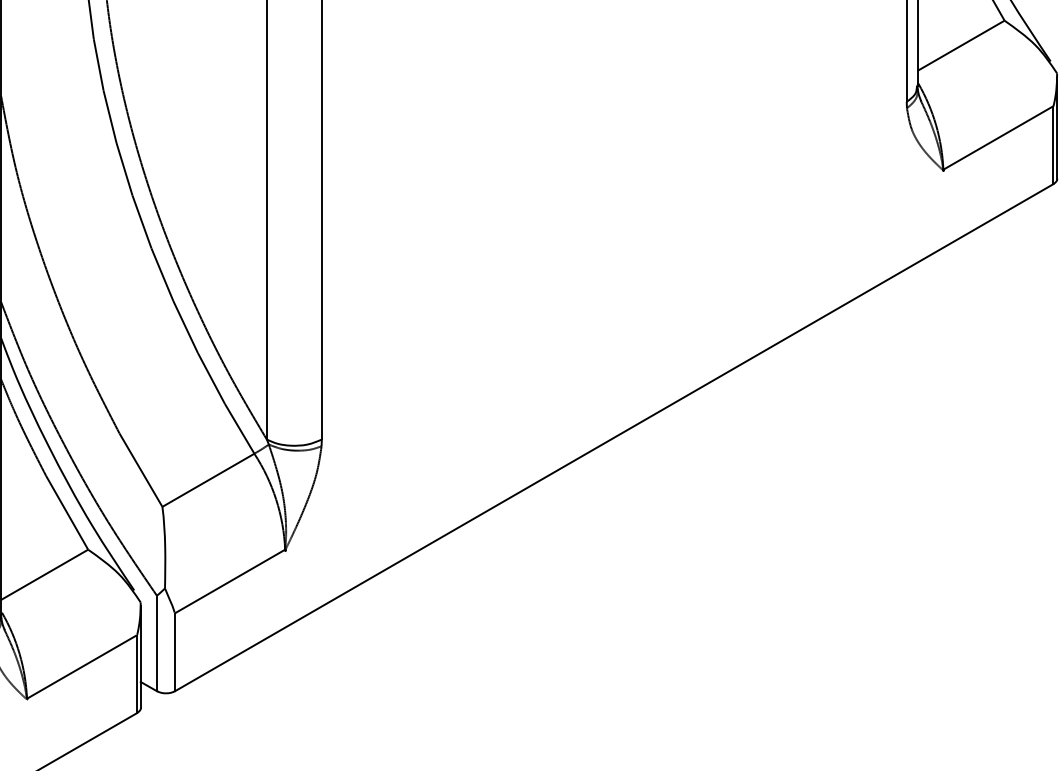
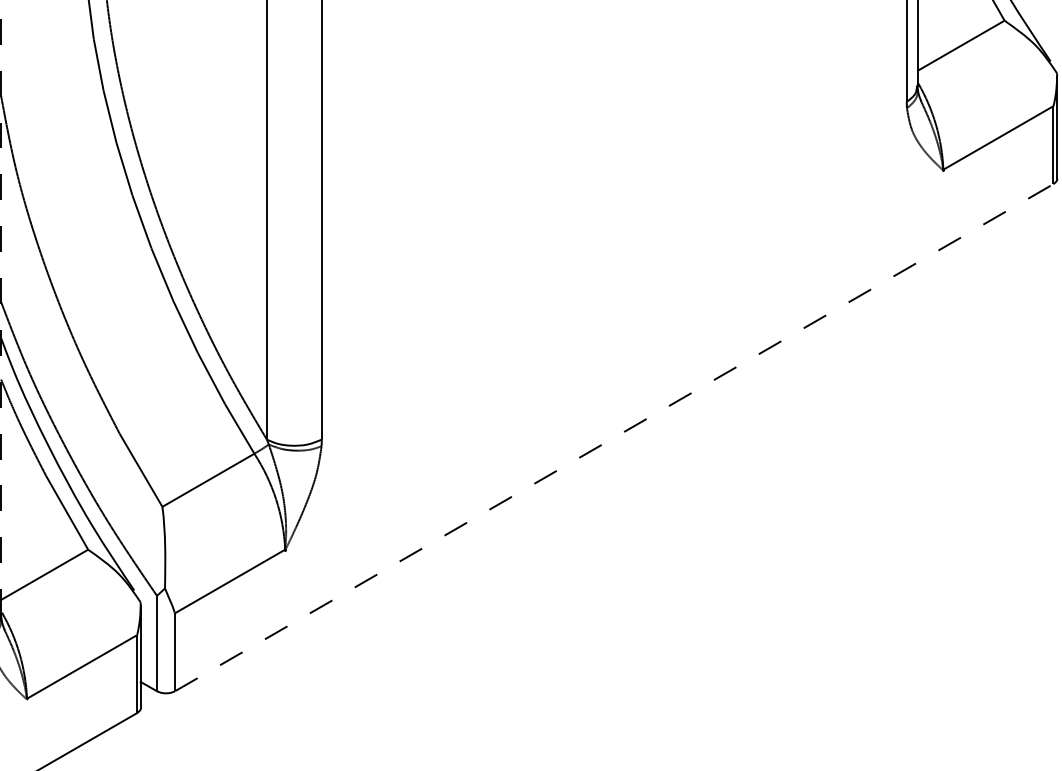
line at (1, 307): solid -> dashed
line at (614, 437): solid -> dashed
